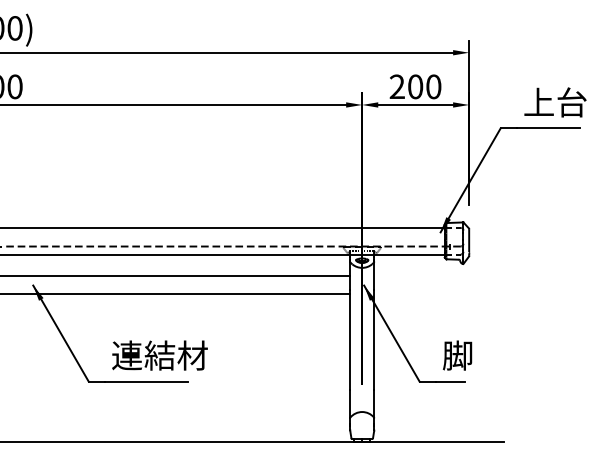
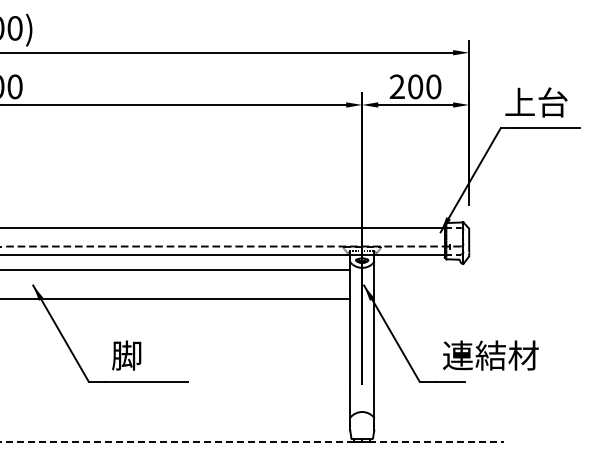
text at (555, 102) position: (555, 102) -> (536, 102)
line at (176, 275) position: (176, 275) -> (176, 269)
line at (176, 294) position: (176, 294) -> (176, 299)
text at (159, 355): 連結材 -> 脚
text at (490, 355): 脚 -> 連結材
line at (252, 441): solid -> dashed
